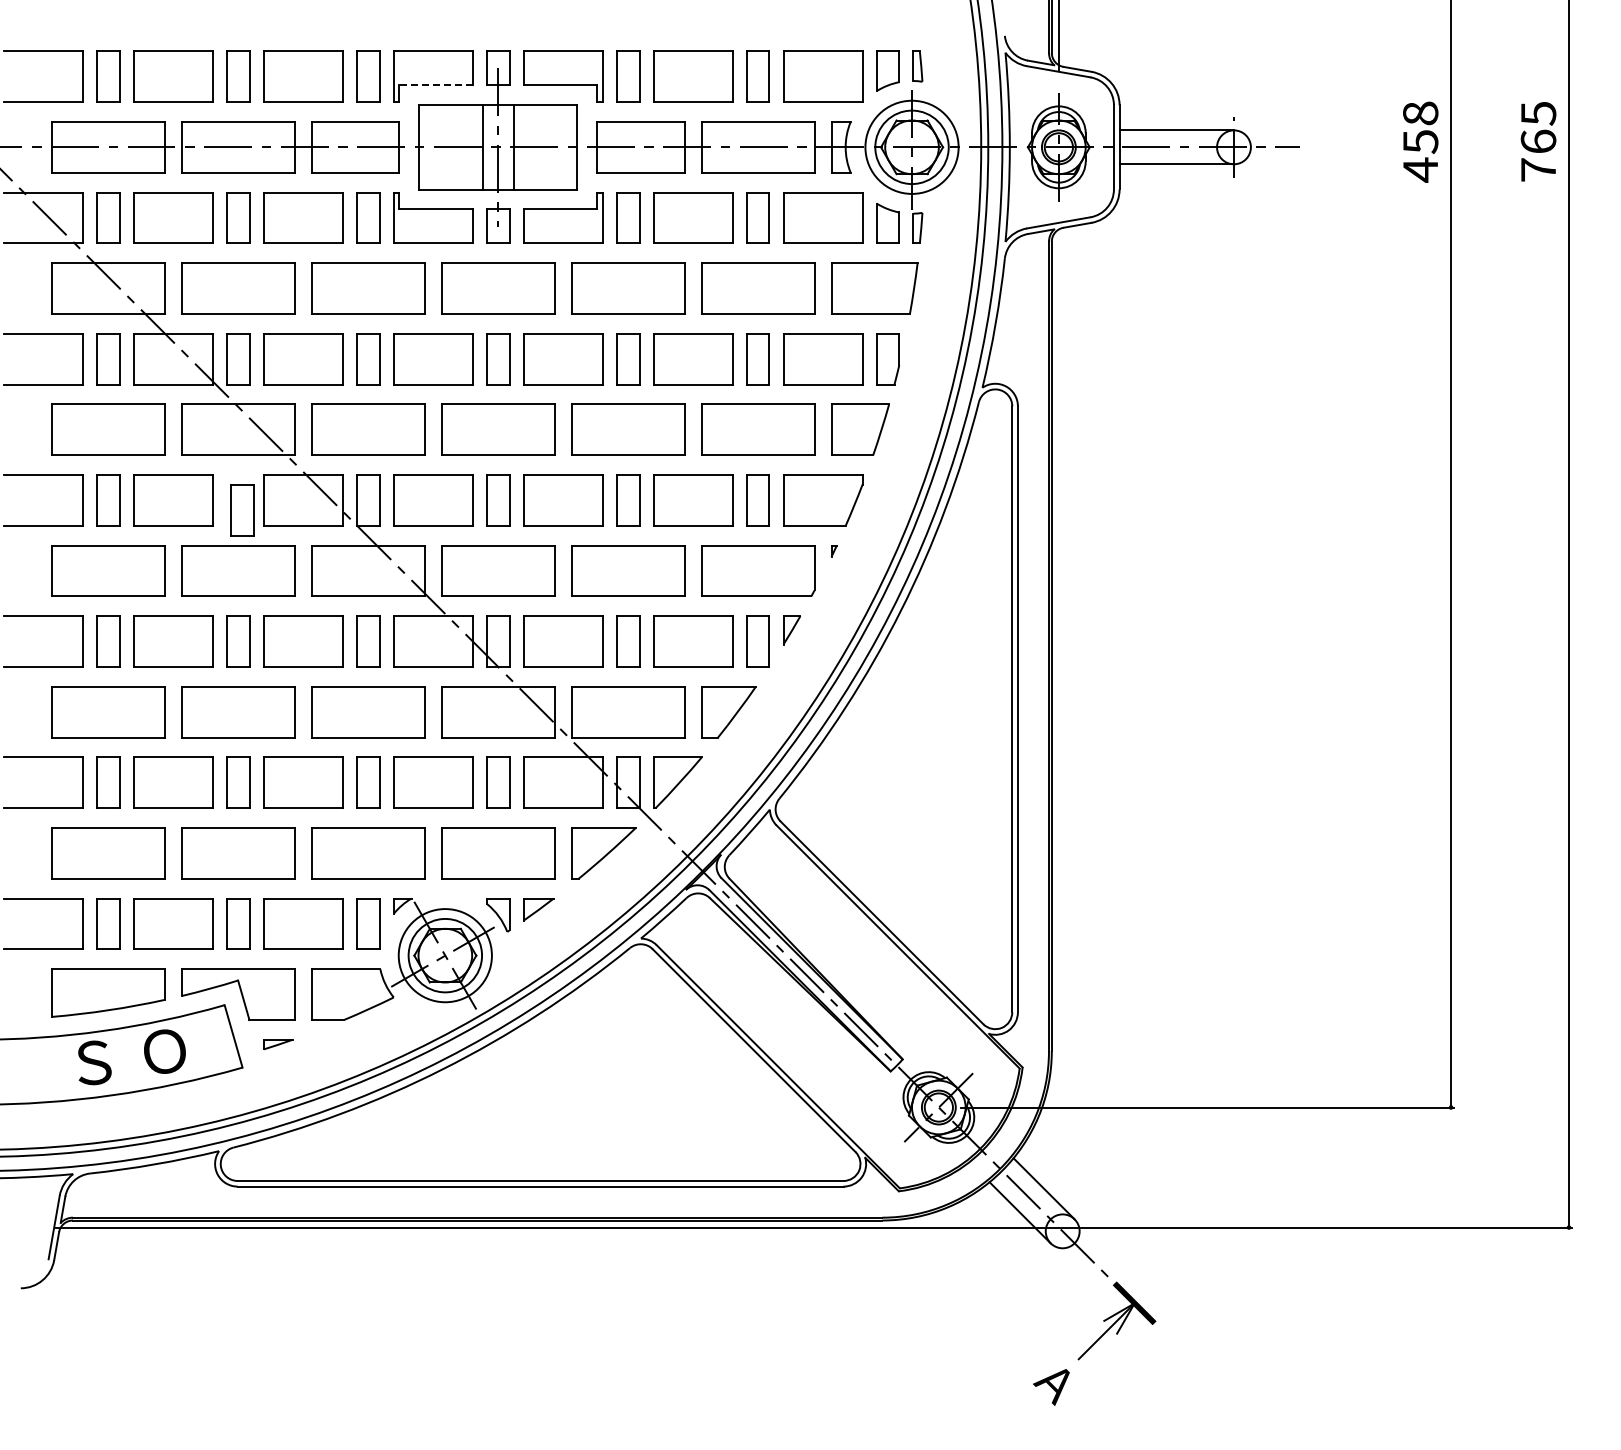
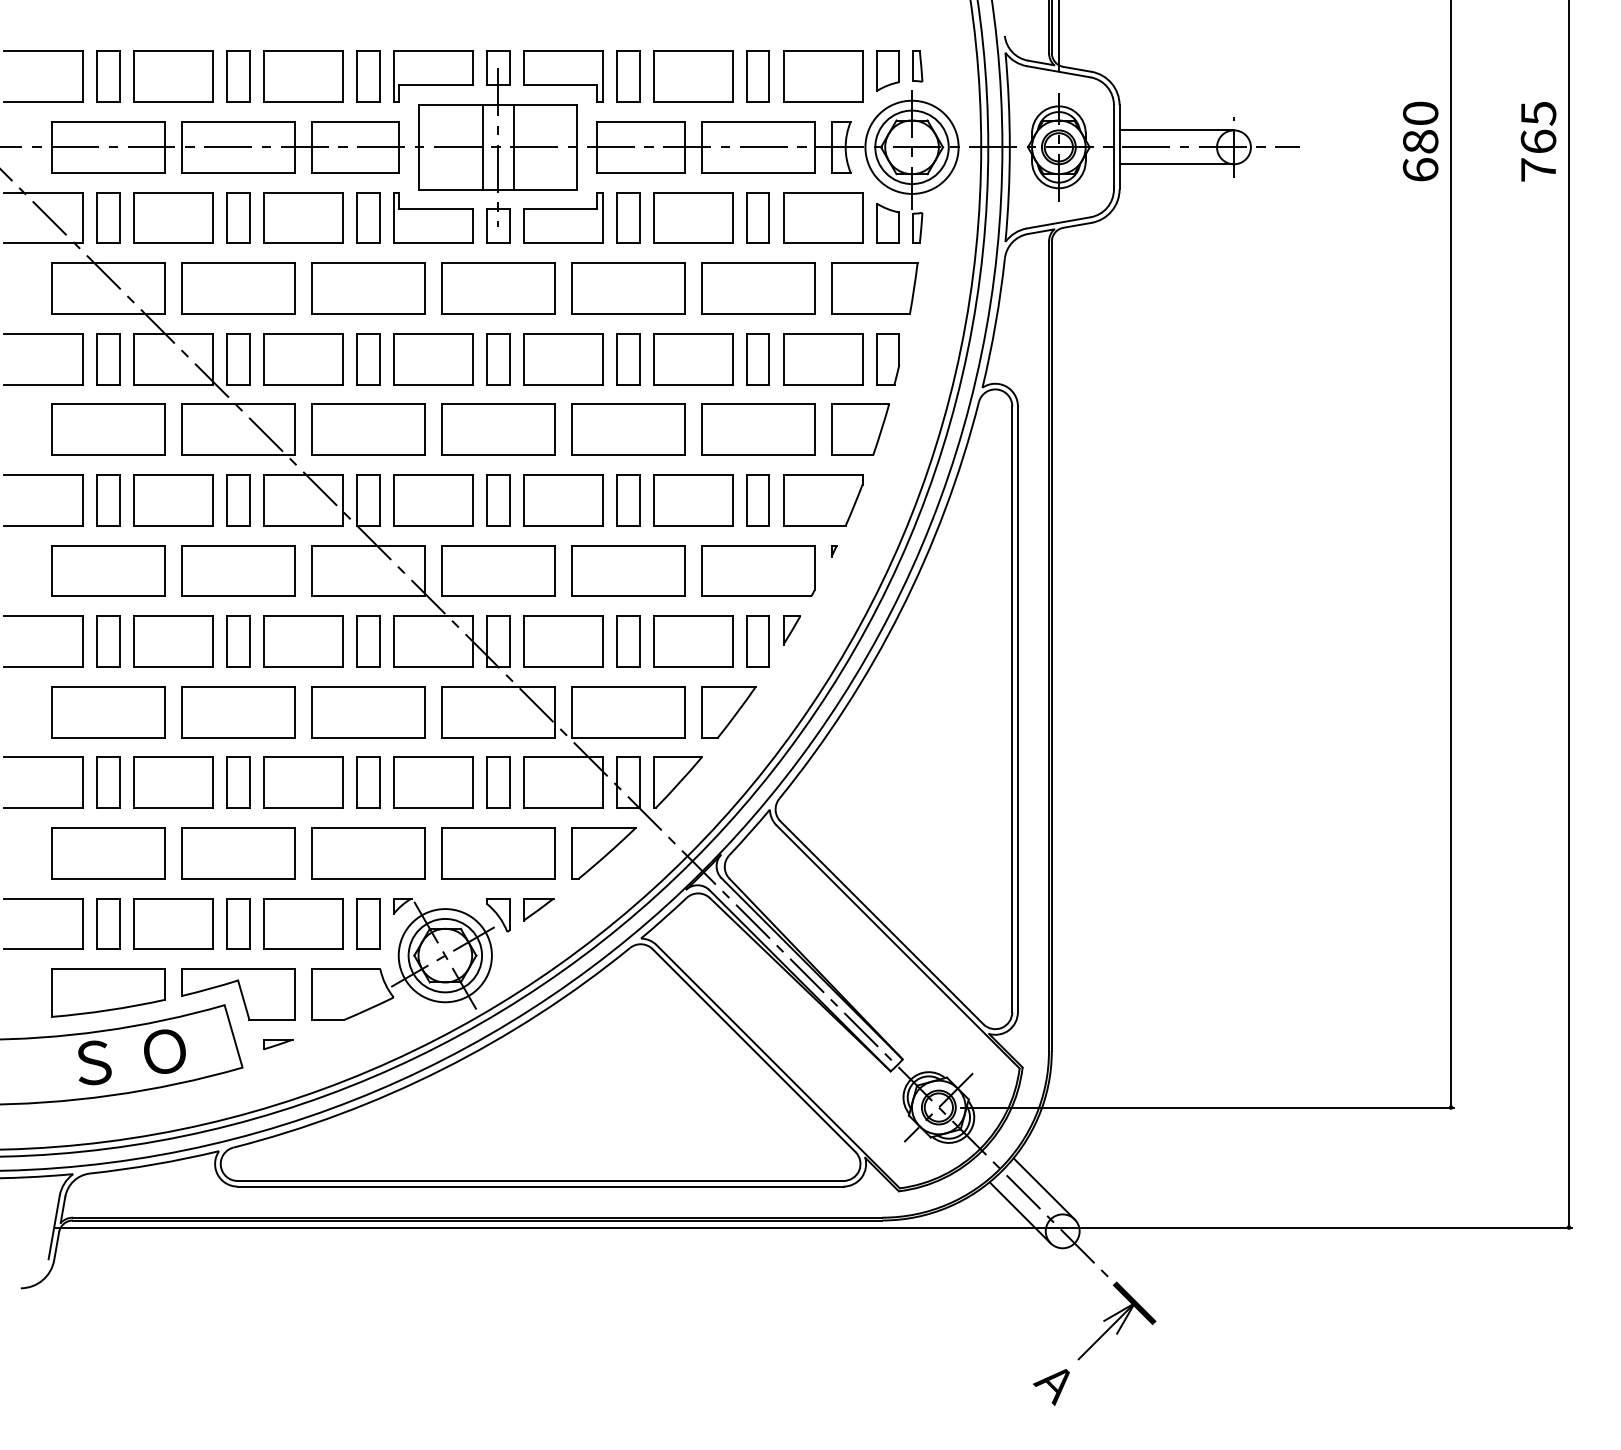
line at (436, 85): dashed -> solid
text at (1420, 141): 458 -> 680
part at (242, 510) position: (242, 510) -> (238, 500)
